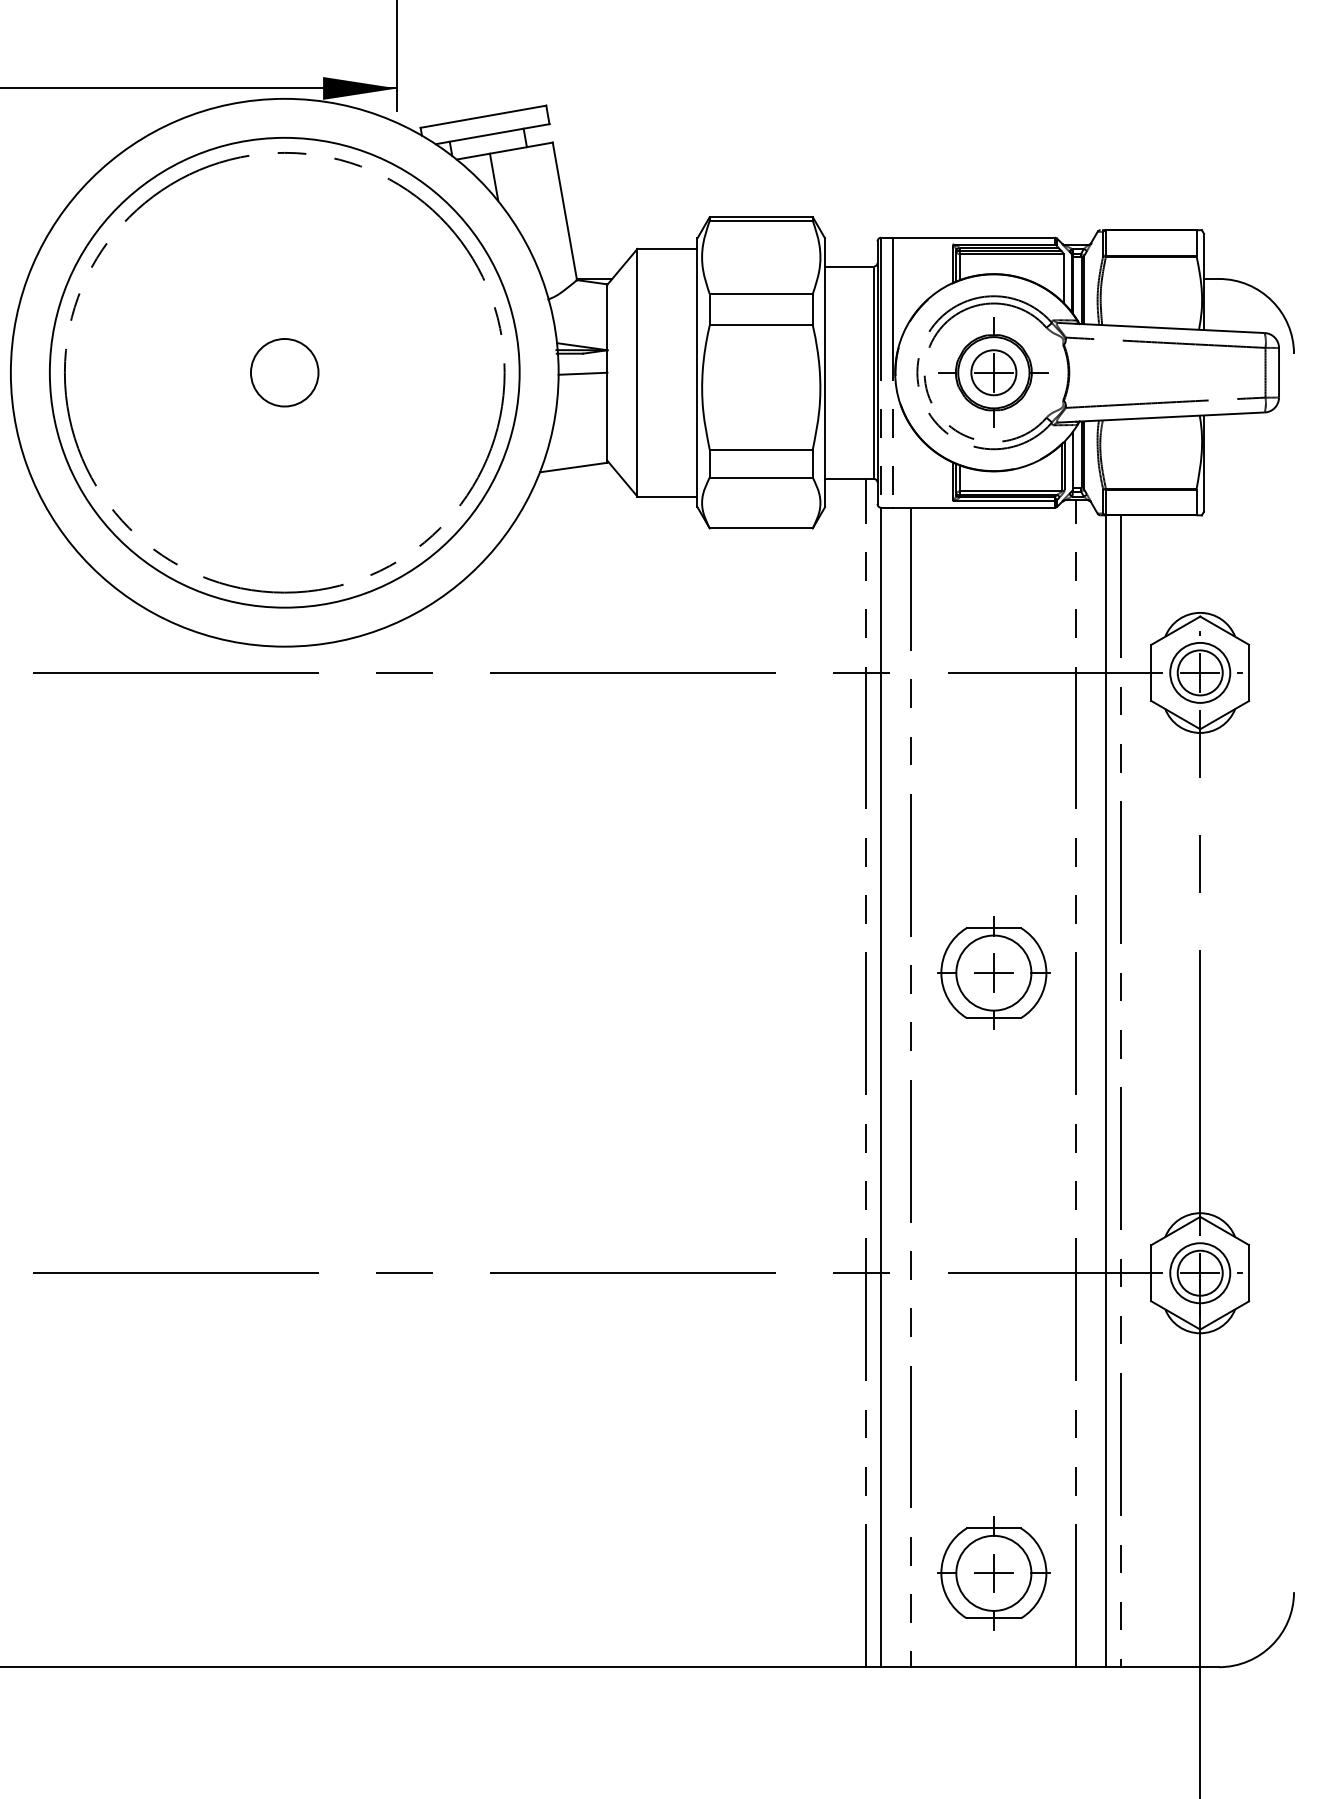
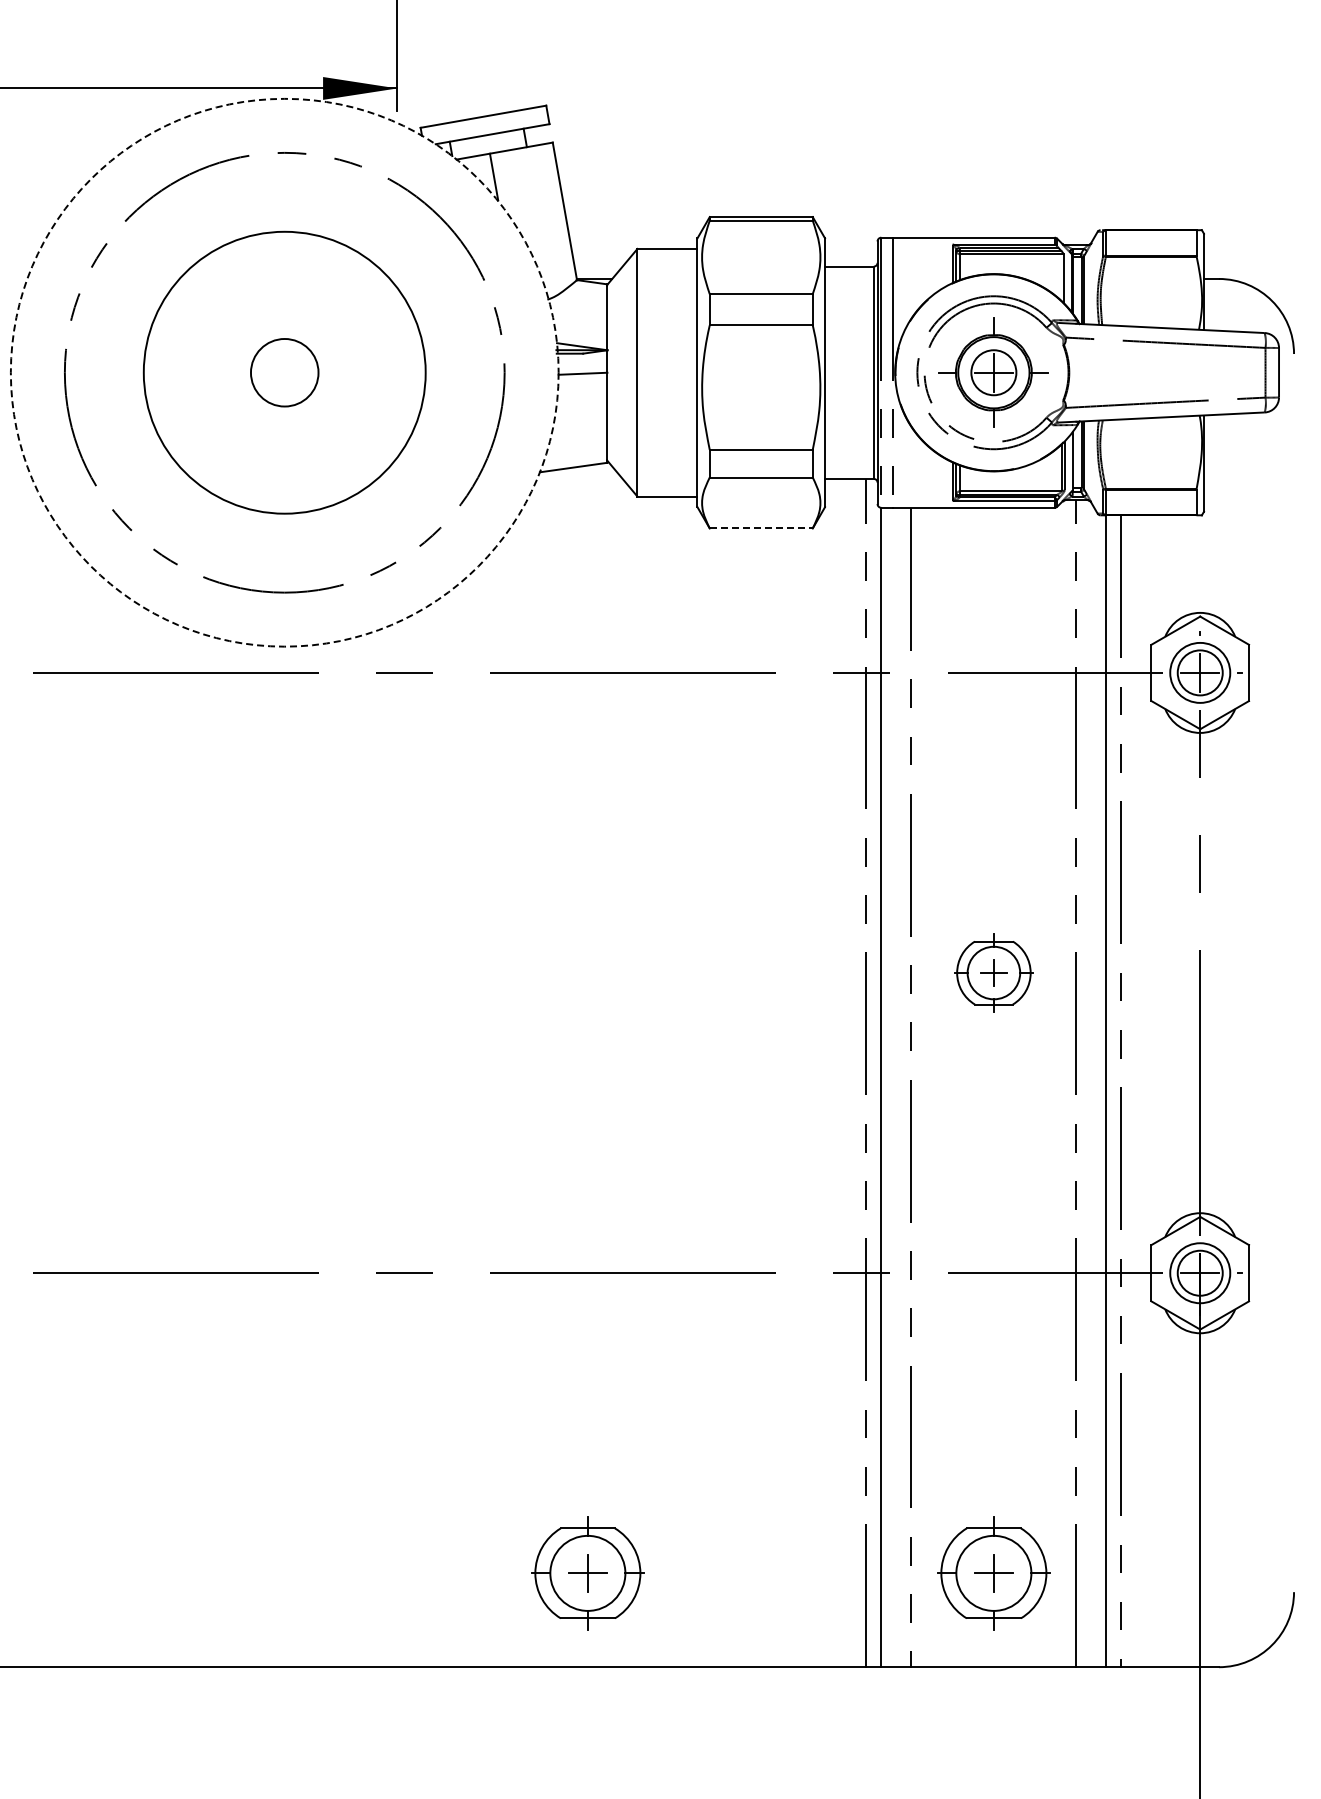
circle at (284, 372) diameter: 470 px -> 282 px
circle at (284, 372): solid -> dashed
line at (761, 528): solid -> dashed
part at (993, 972) size: 114x114 px -> 80x80 px
part at (587, 1573): none -> present
